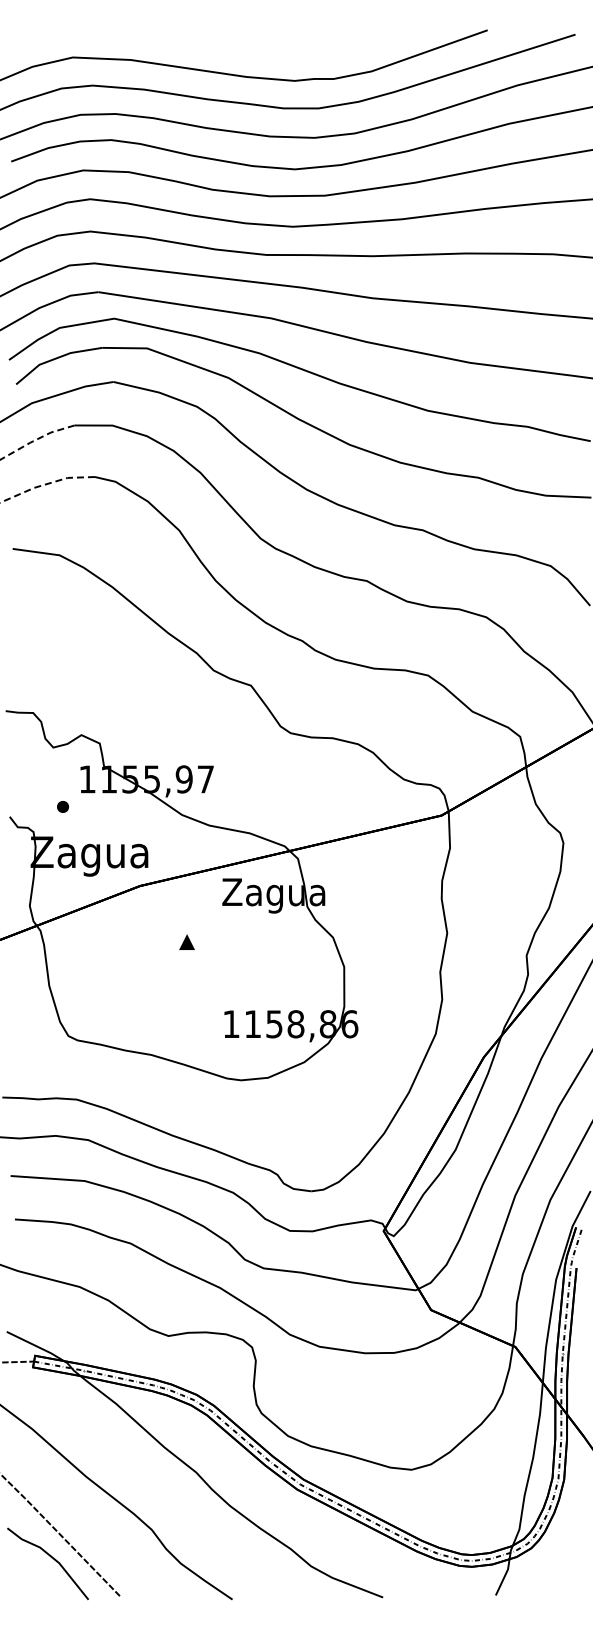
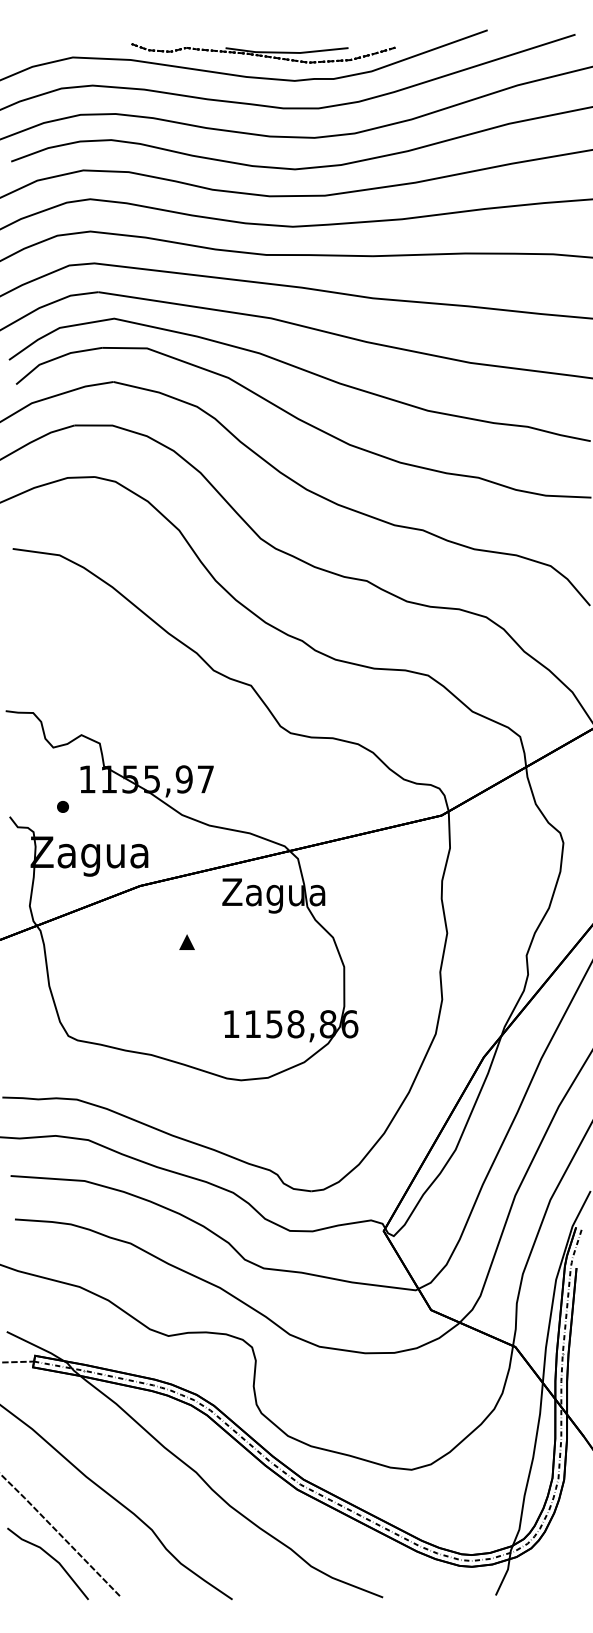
part at (263, 53): none -> present
line at (36, 439): dashed -> solid
line at (46, 484): dashed -> solid
